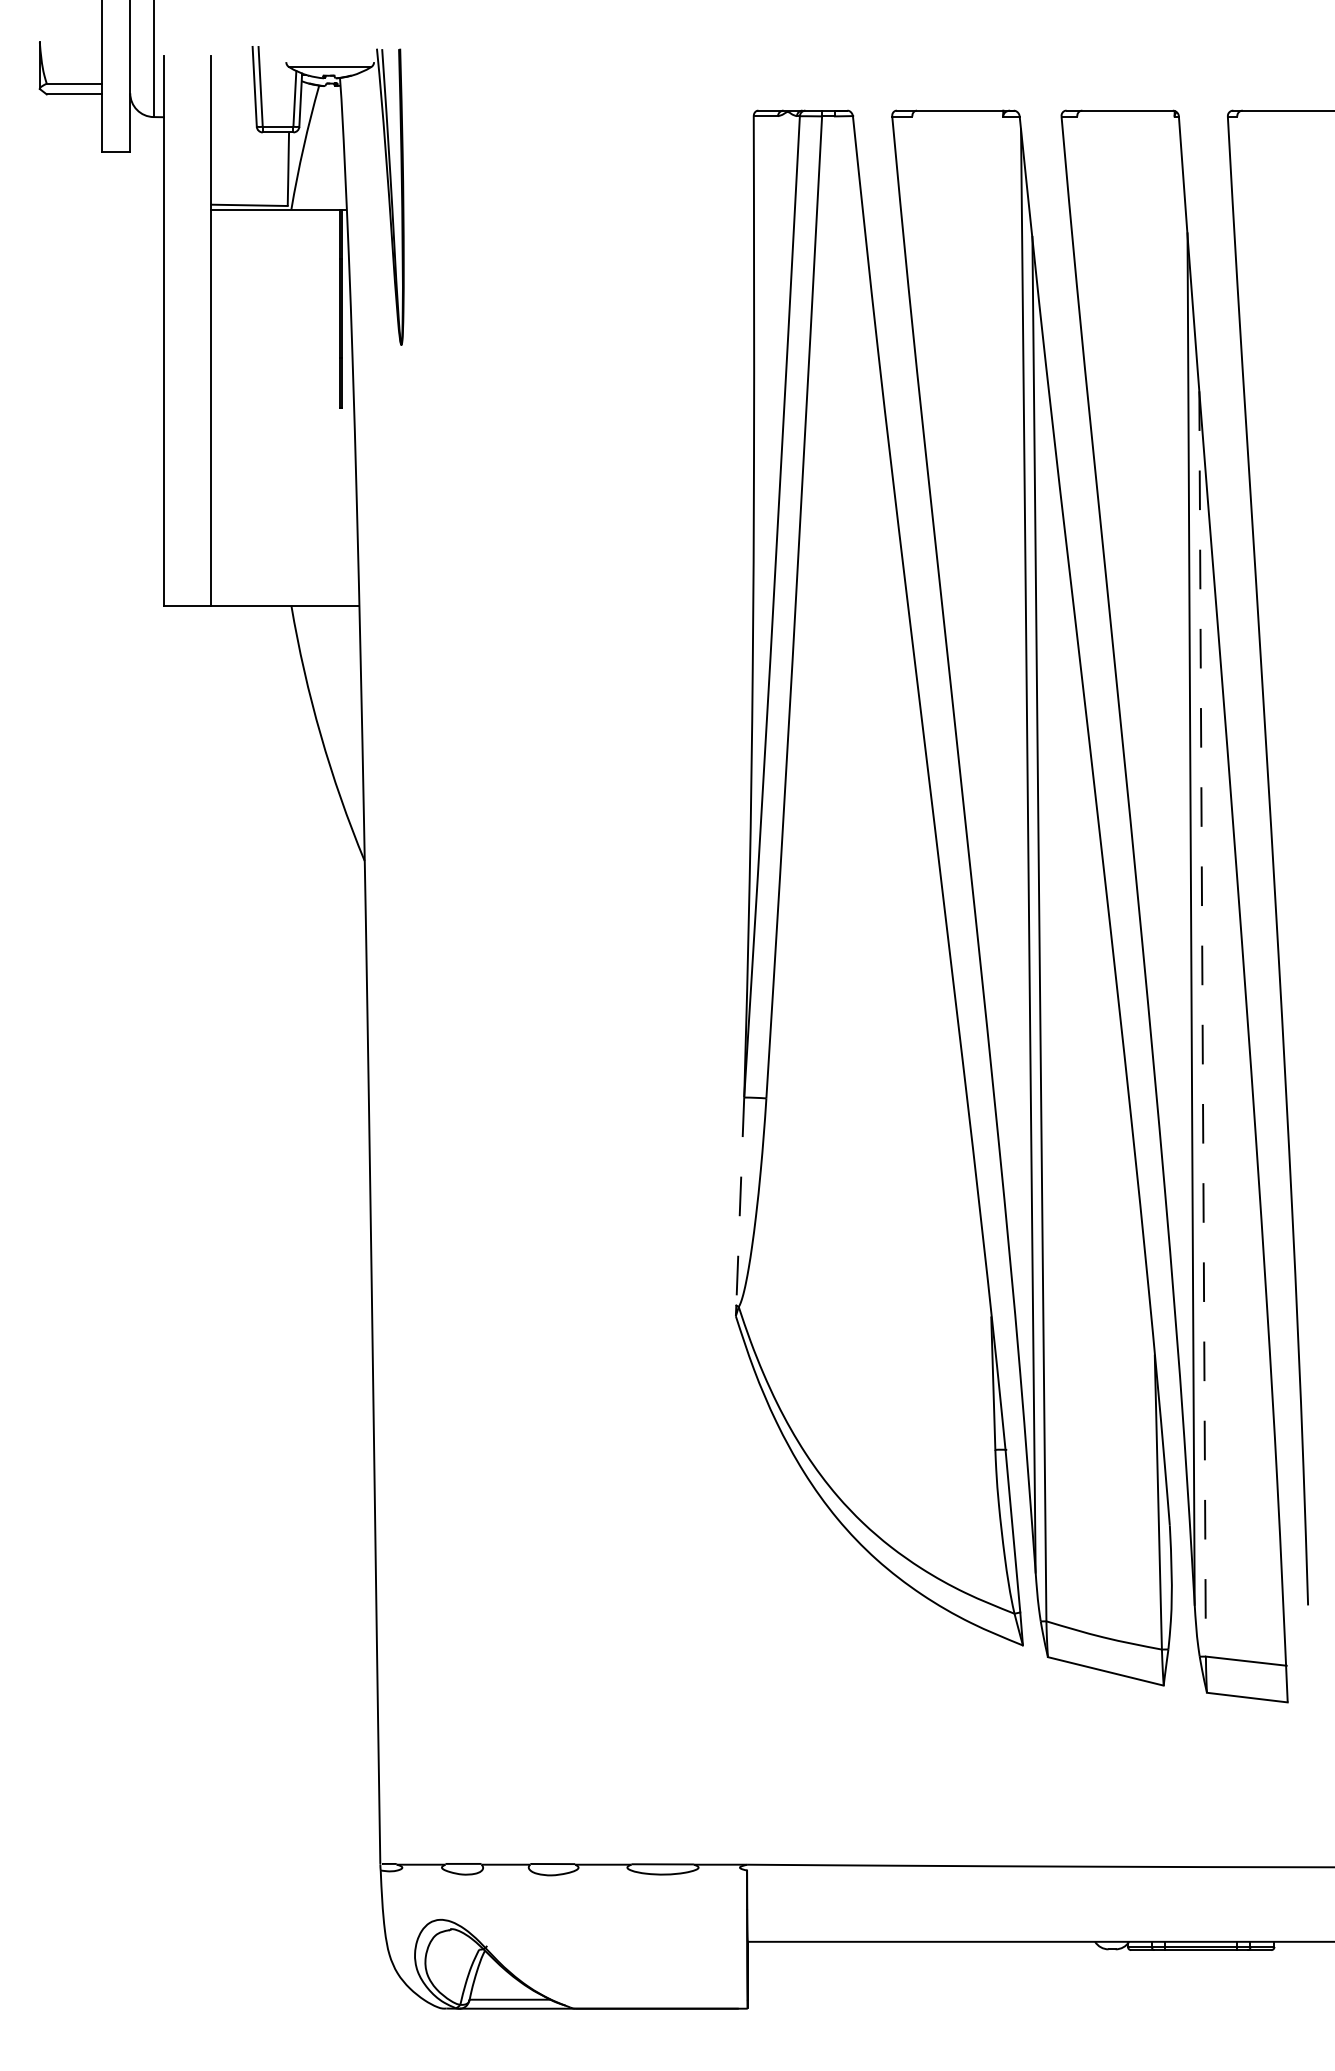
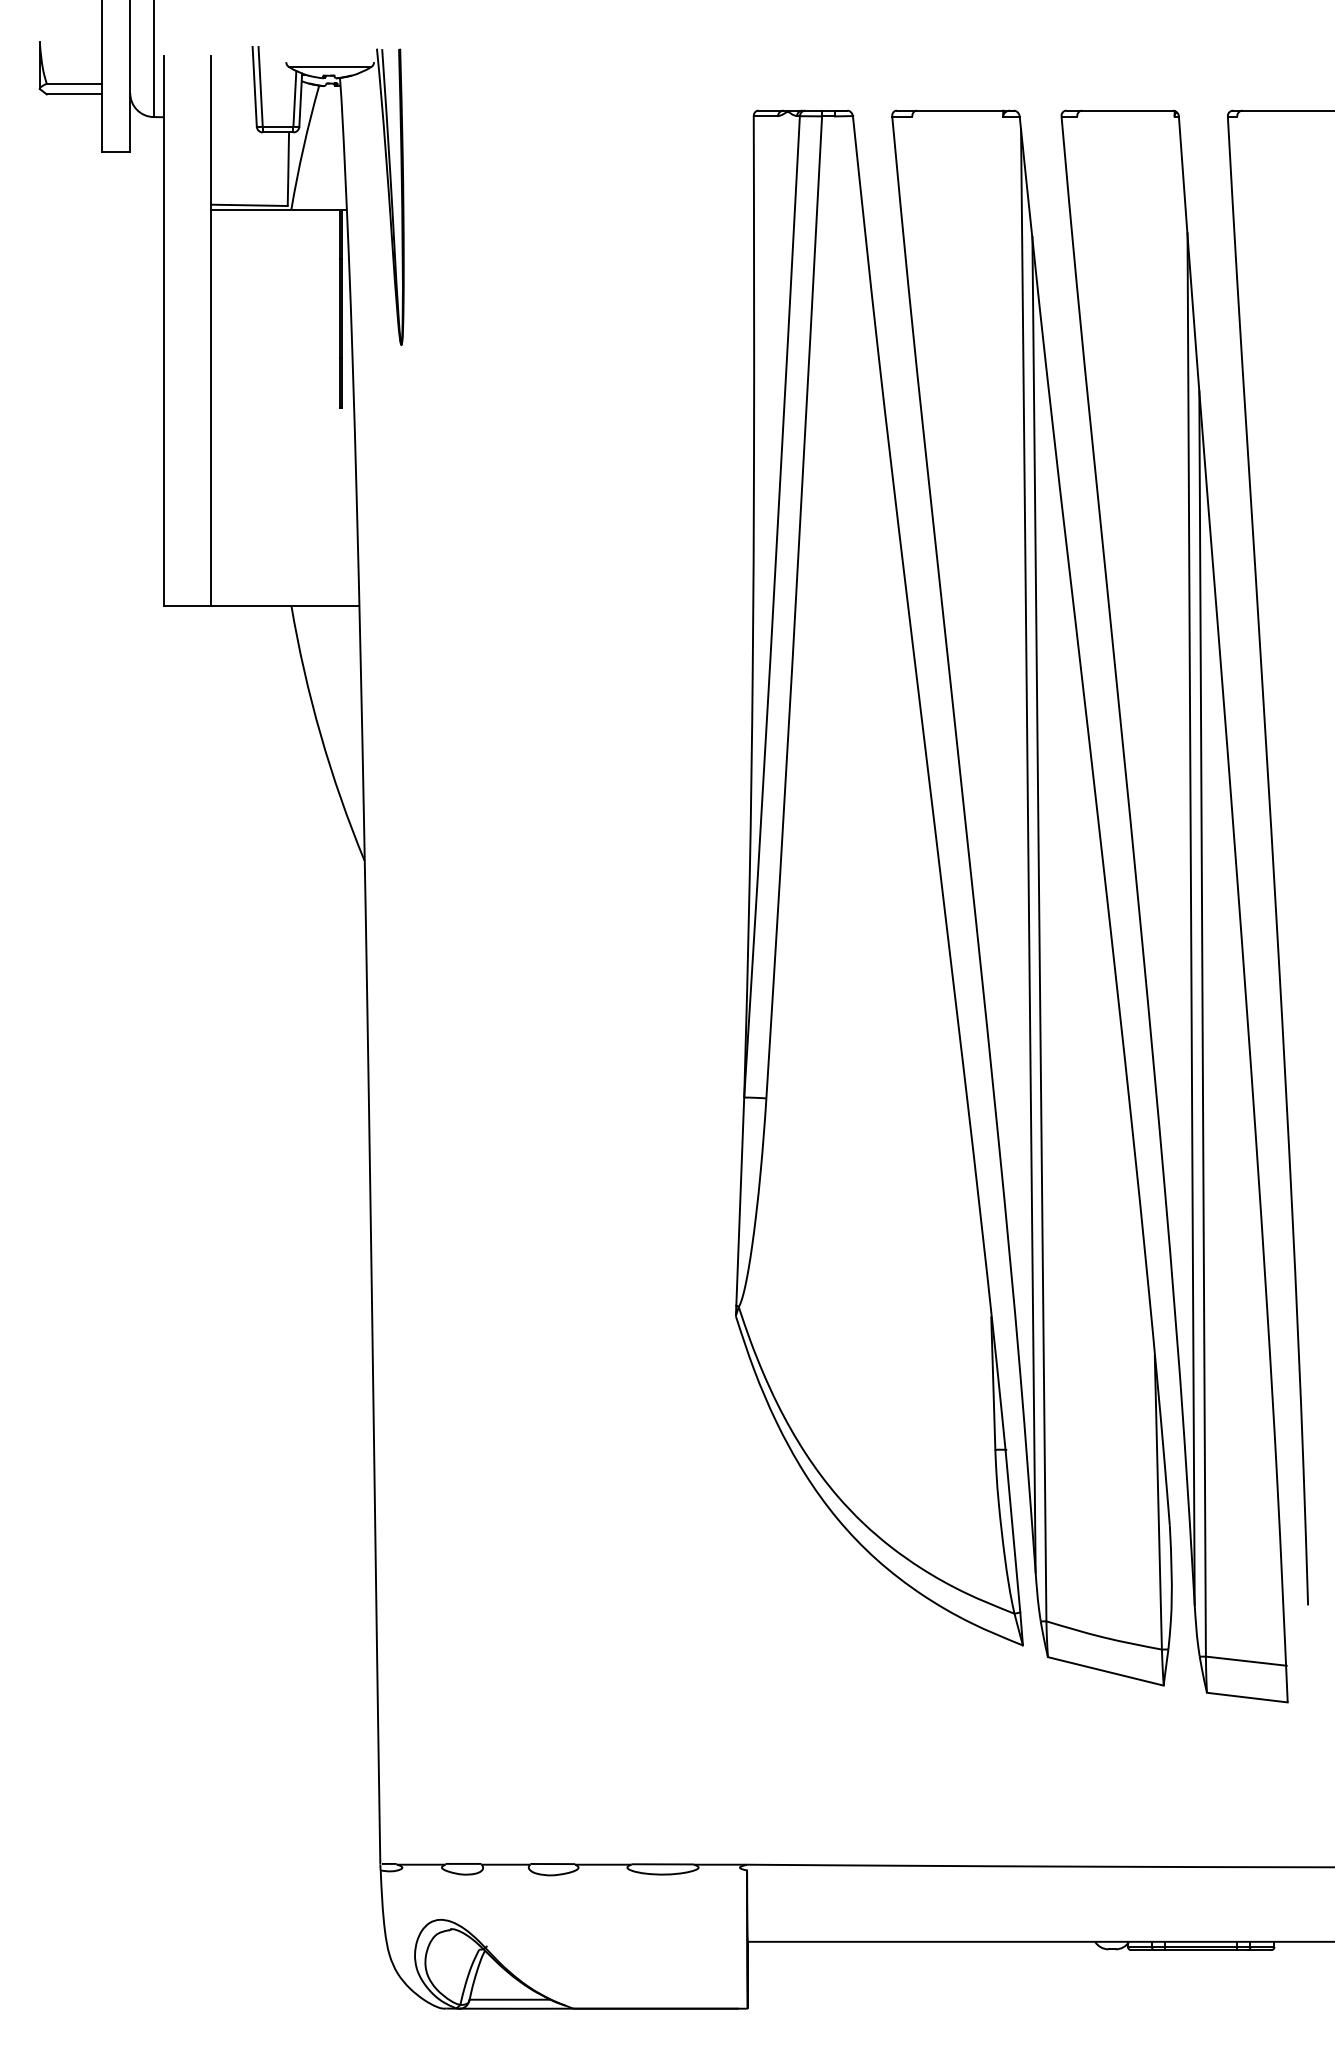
line at (1202, 1023): dashed -> solid
line at (740, 1201): dashed -> solid
